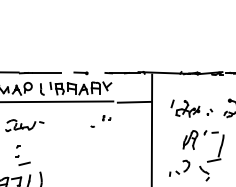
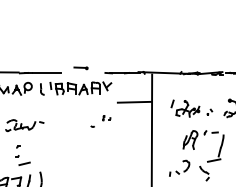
part at (80, 73) position: (80, 73) -> (80, 68)
line at (57, 101): present -> none
